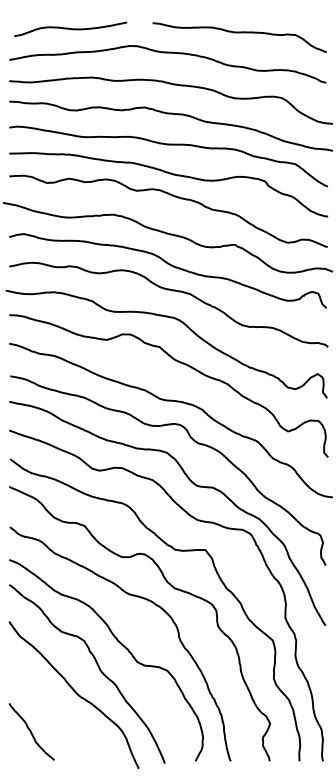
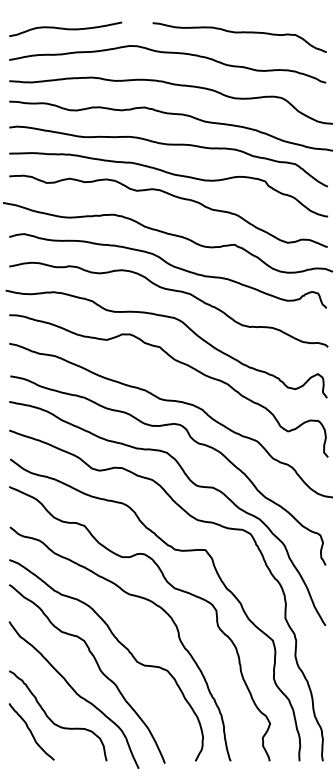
curve at (70, 29) position: (70, 29) -> (65, 29)
curve at (52, 720): none -> present
